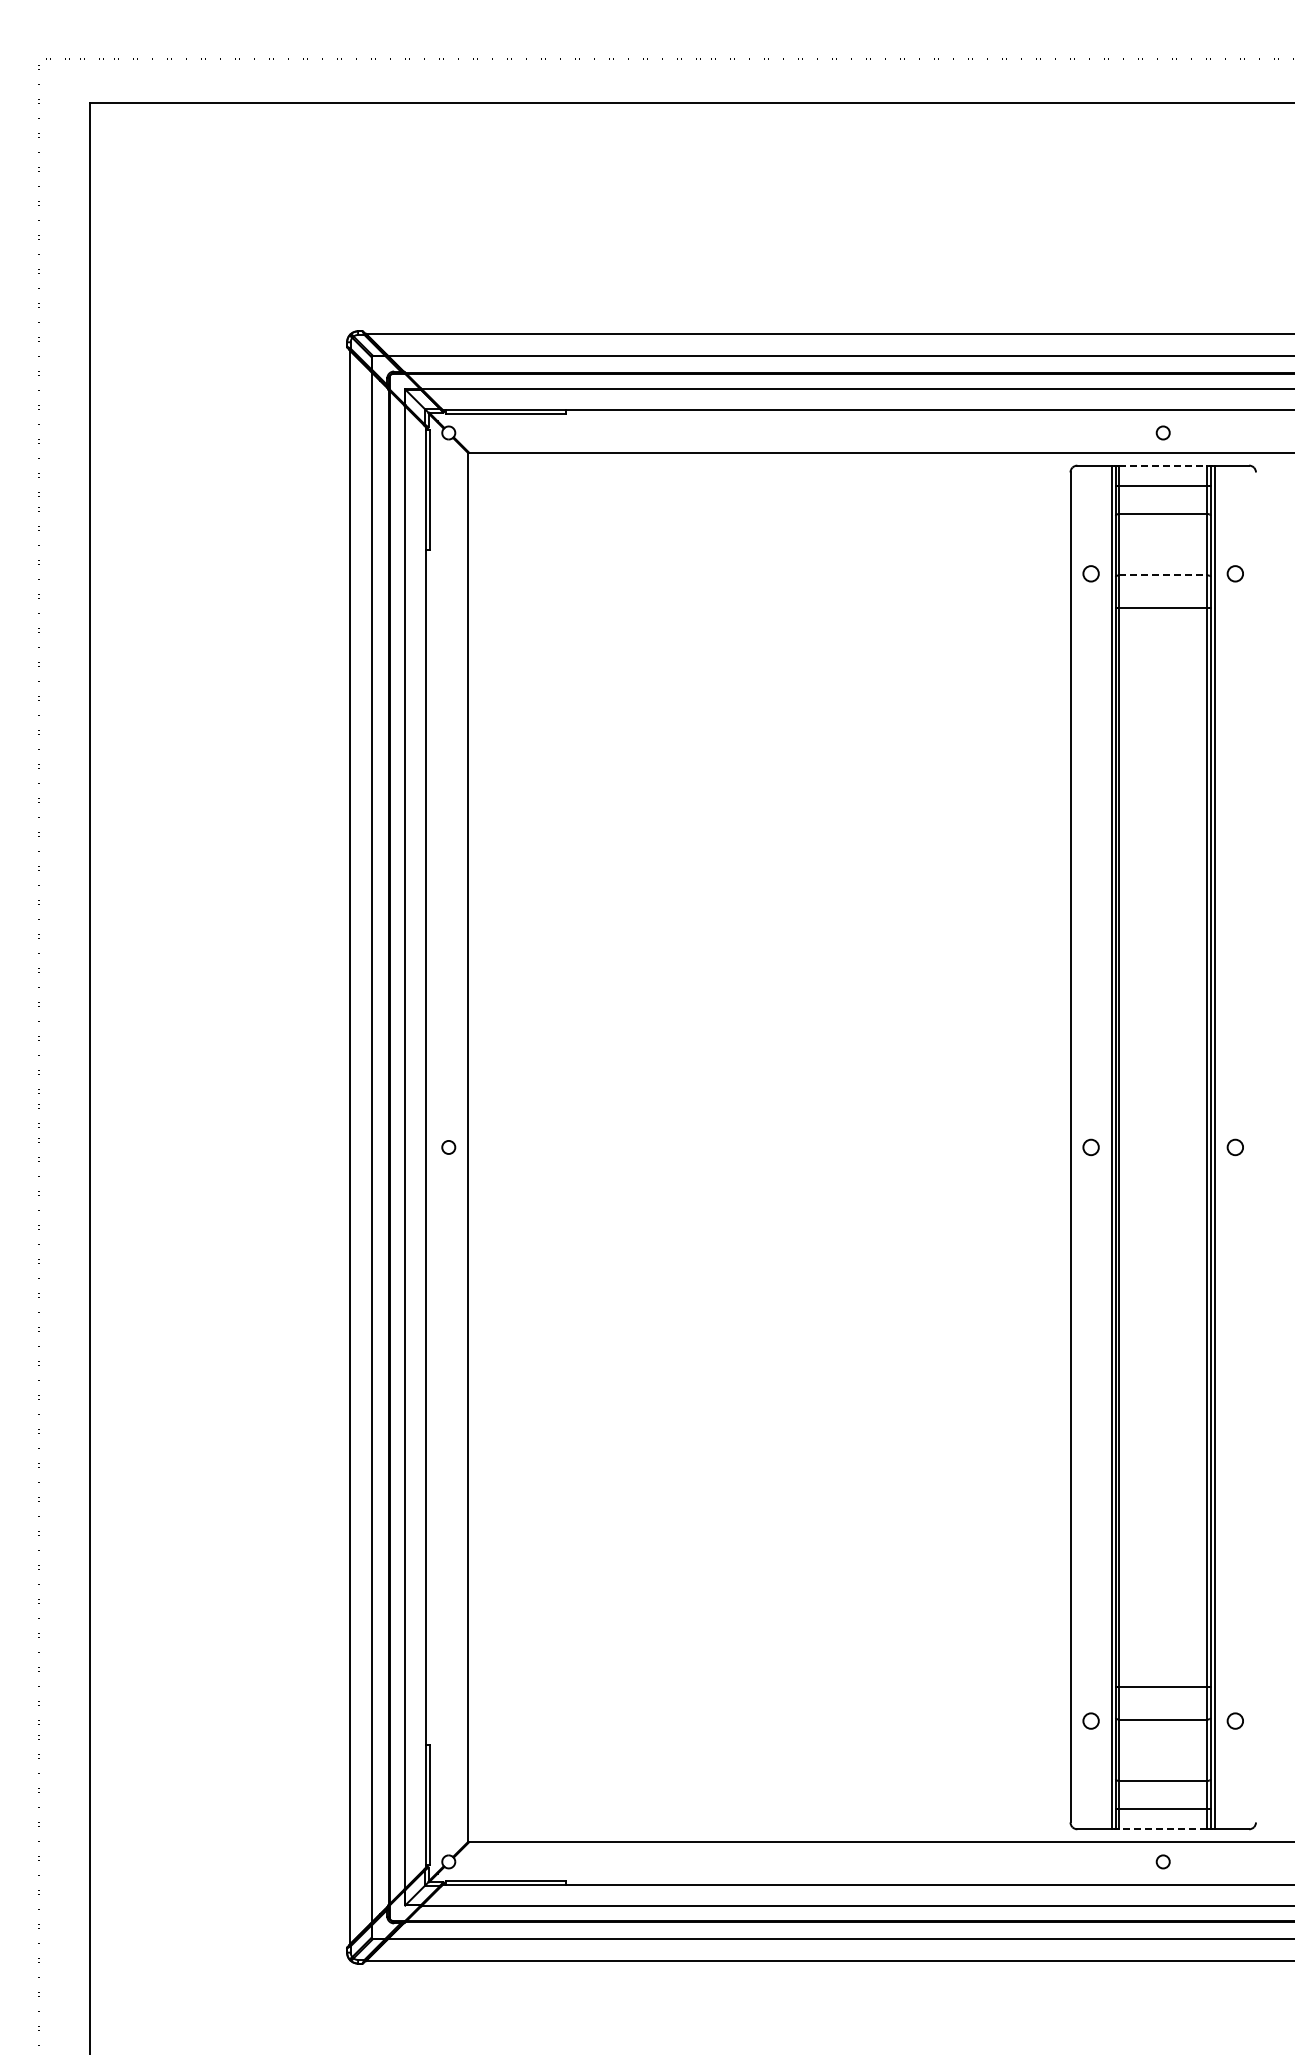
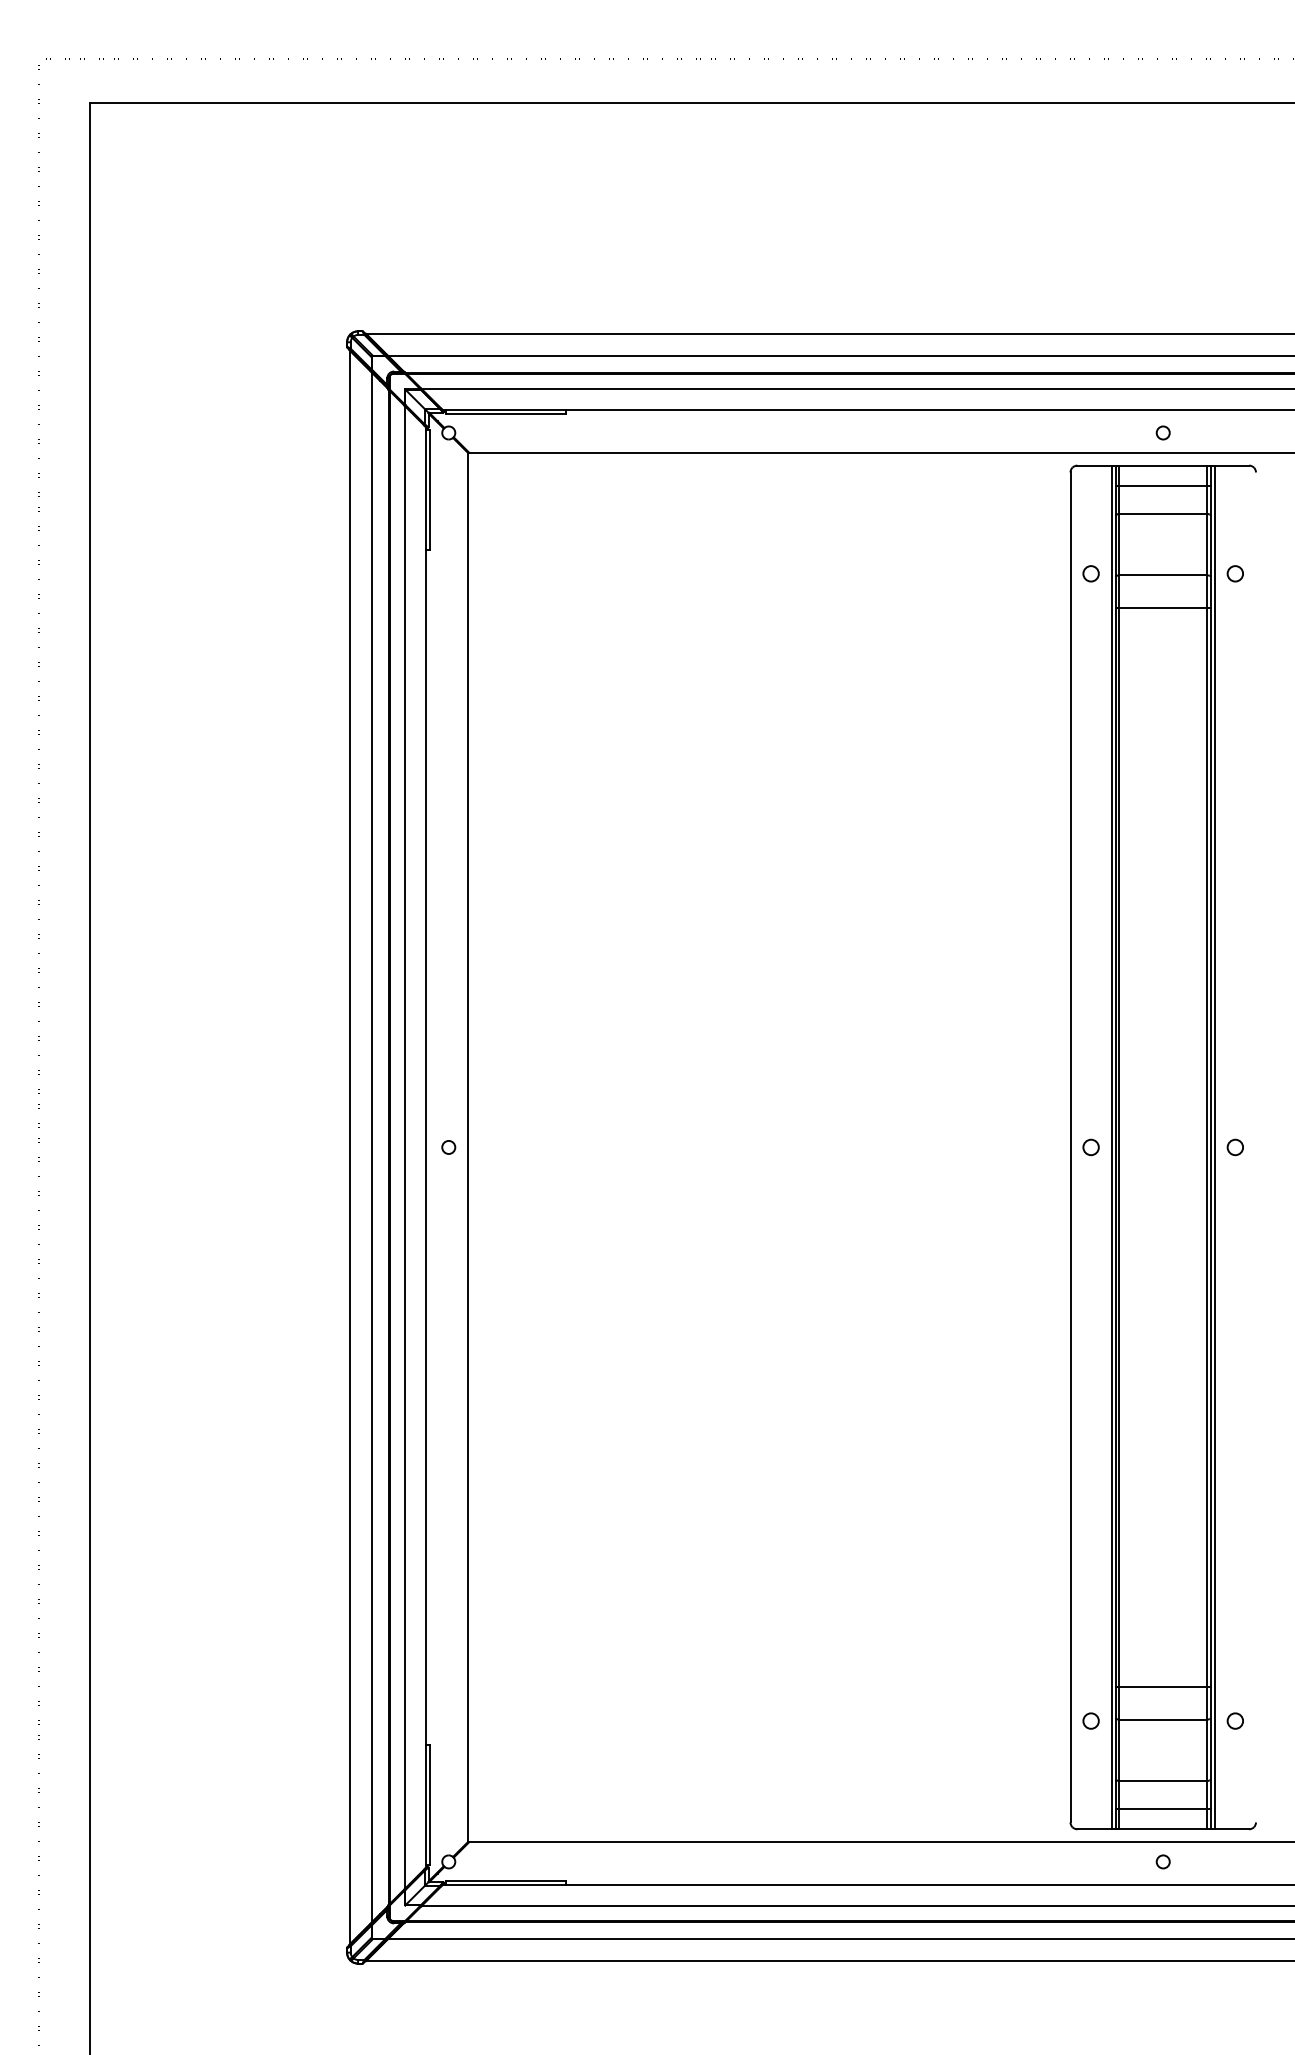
line at (1163, 465): dashed -> solid
line at (1163, 575): dashed -> solid
line at (1163, 1829): dashed -> solid
